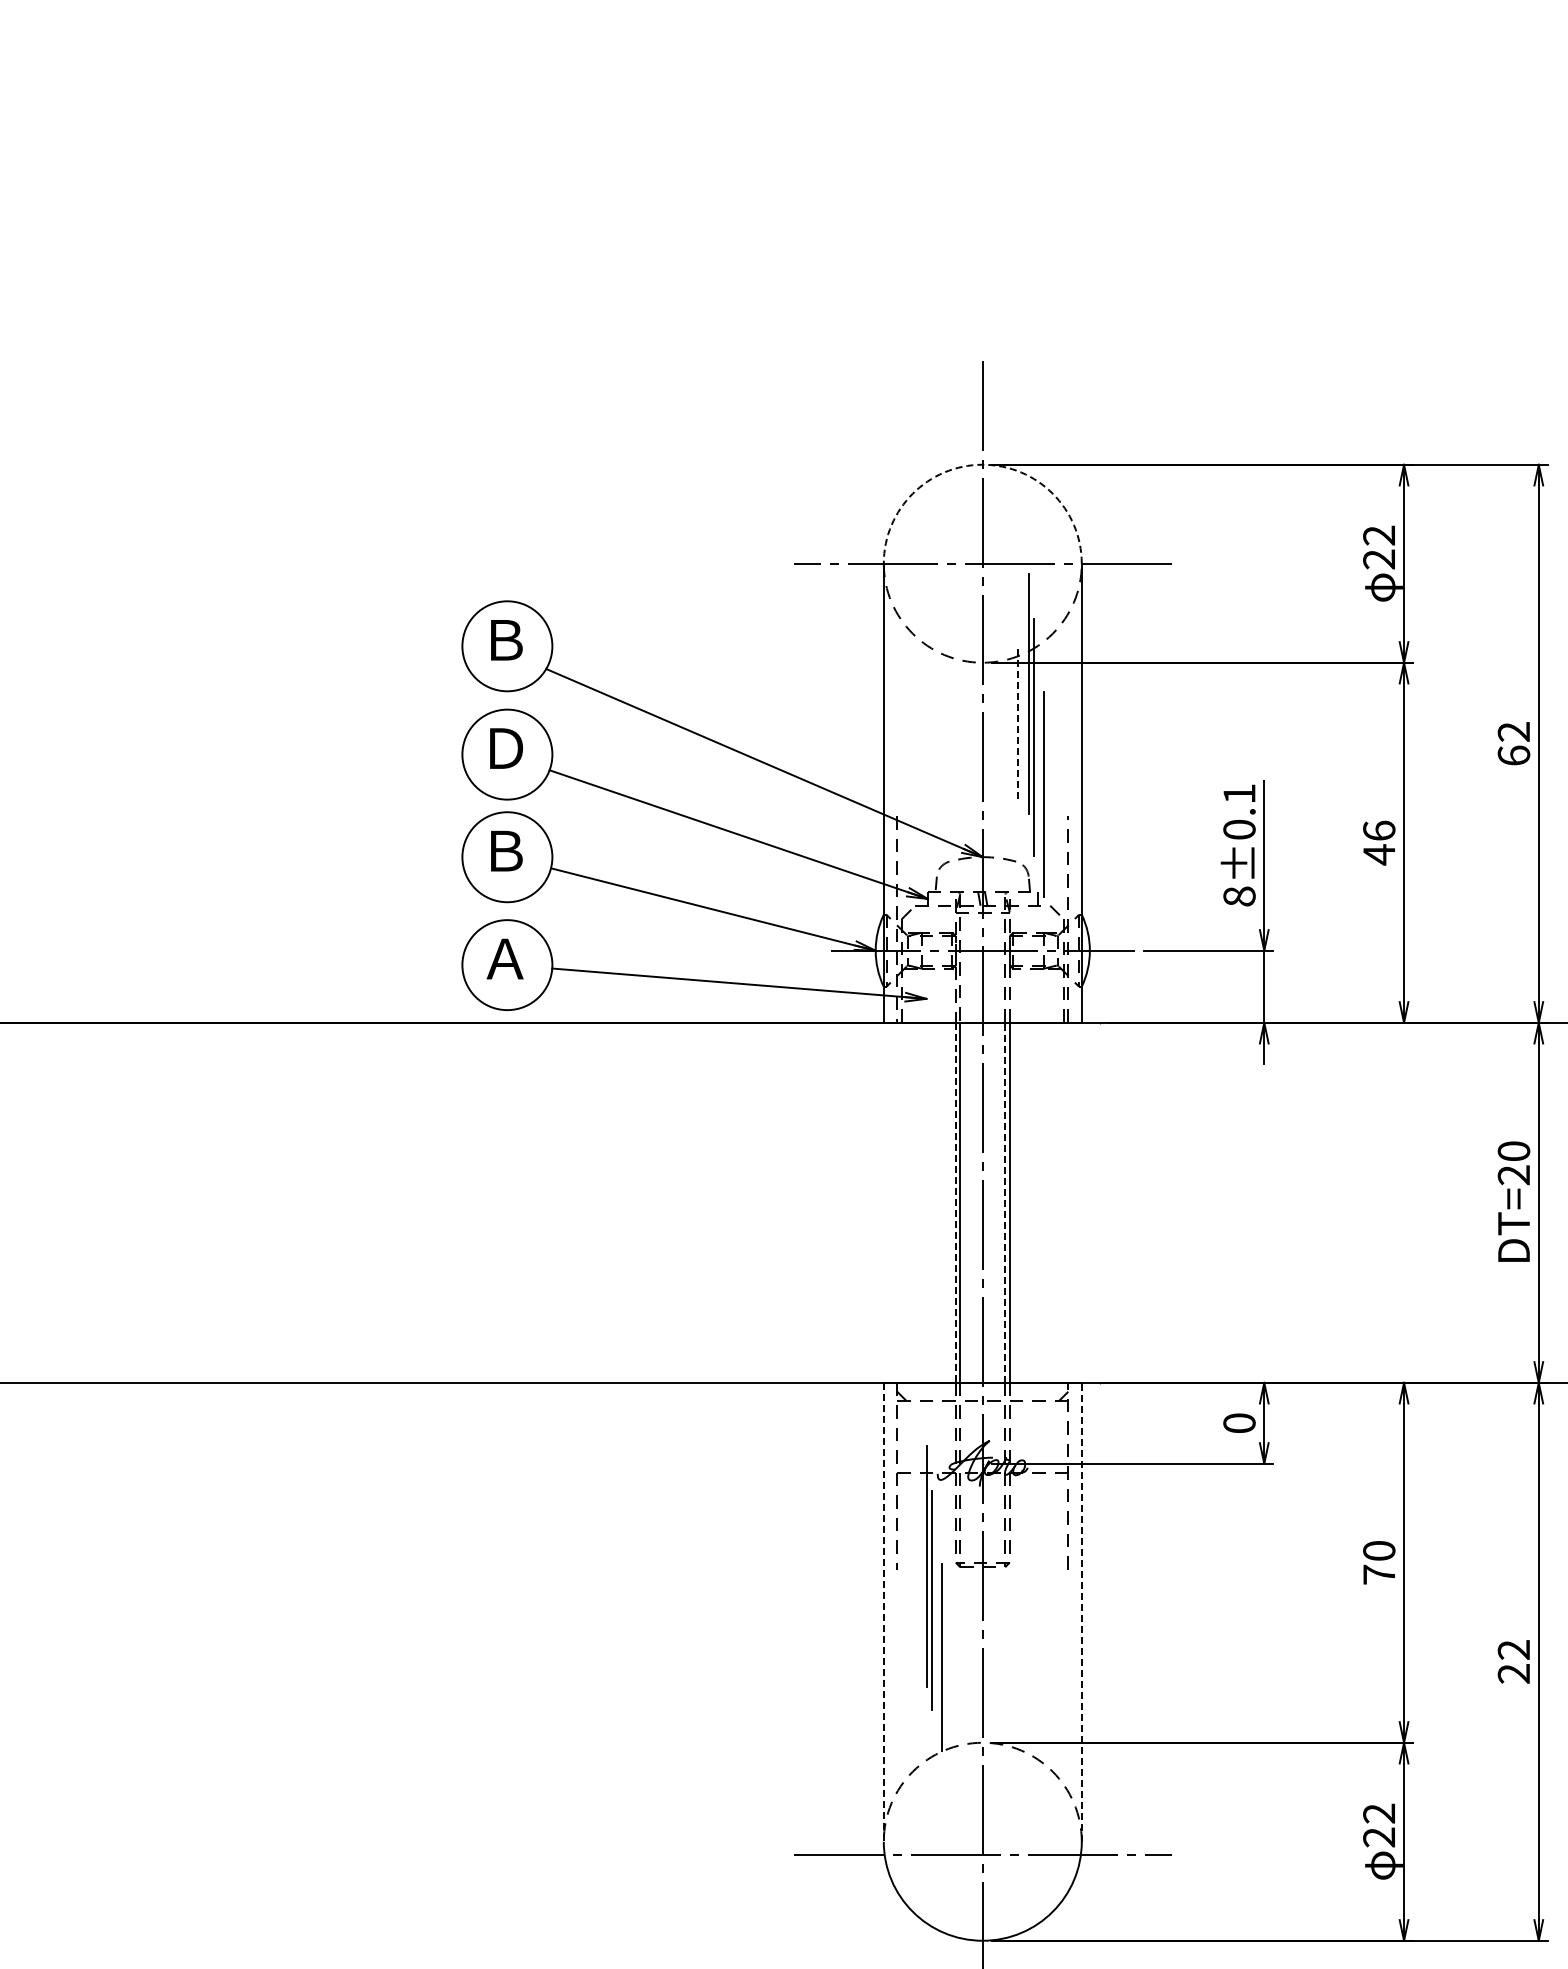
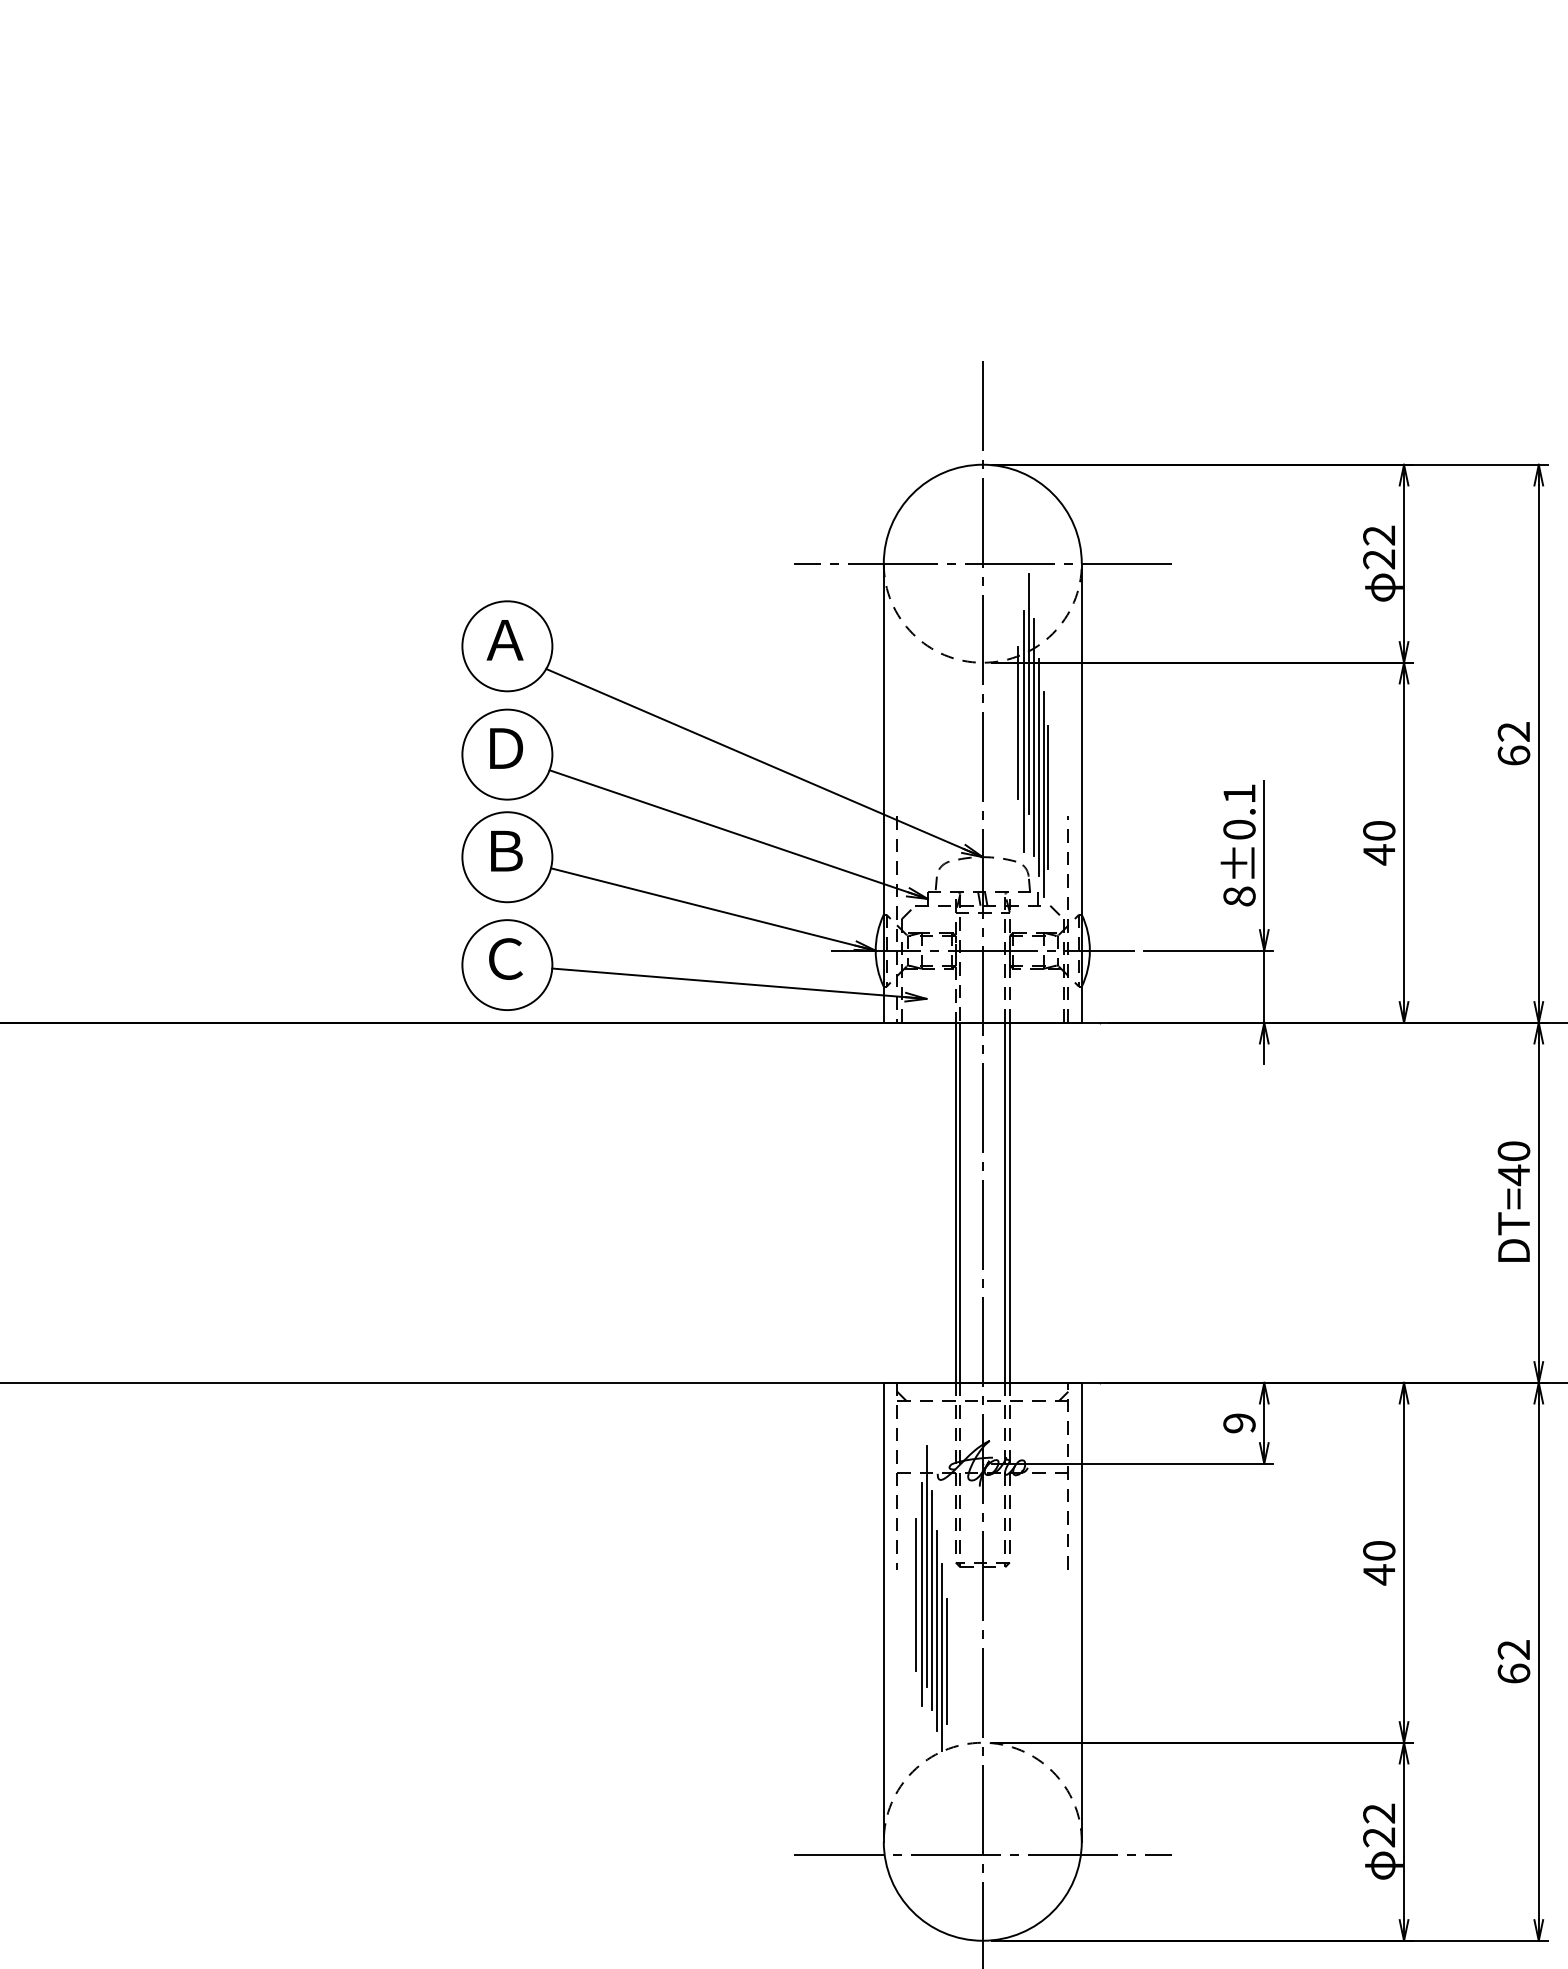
arc at (982, 464): dashed -> solid
text at (504, 640): Ｂ -> Ａ
line at (1017, 722): dashed -> solid
line at (1023, 730): none -> present
line at (1039, 767): none -> present
line at (1048, 797): none -> present
text at (1379, 830): 46 -> 40
text at (504, 958): Ａ -> Ｃ
text at (1513, 1175): DT=20 -> DT=40
line at (1005, 1202): dashed -> solid
line at (955, 1203): dashed -> solid
text at (1239, 1423): 0 -> 9
text at (1378, 1574): 70 -> 40
line at (921, 1594): none -> present
line at (915, 1595): none -> present
line at (883, 1612): dashed -> solid
line at (1081, 1612): dashed -> solid
line at (937, 1630): none -> present
line at (946, 1660): none -> present
text at (1513, 1673): 22 -> 62
